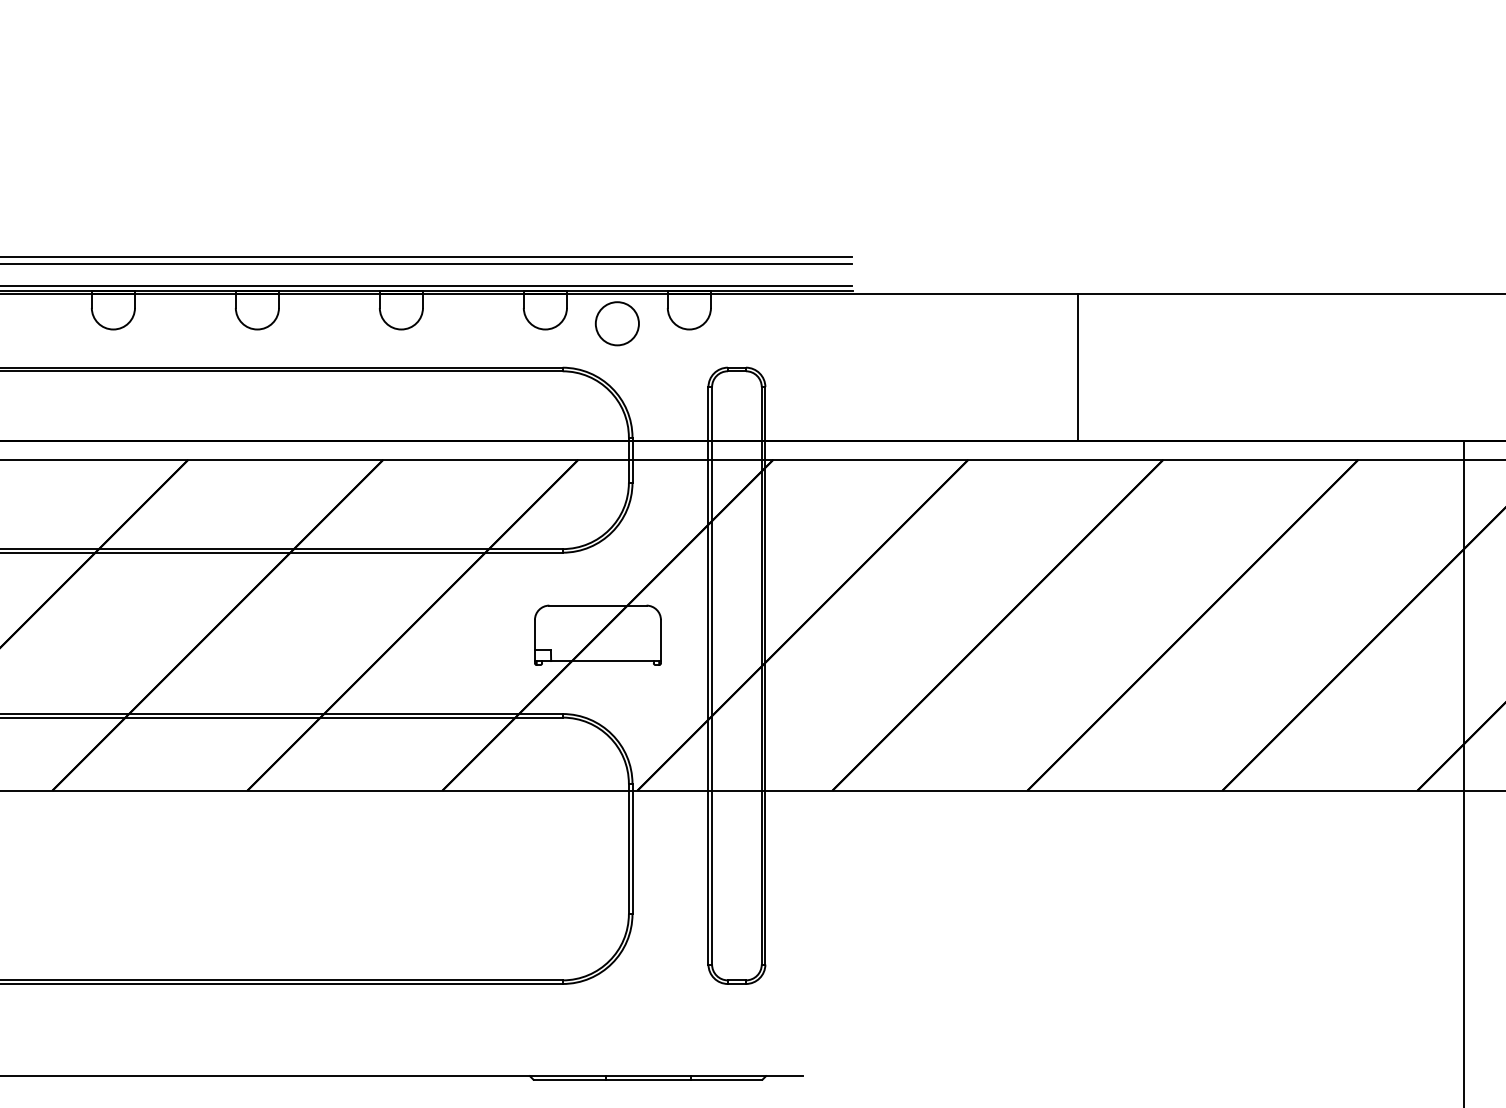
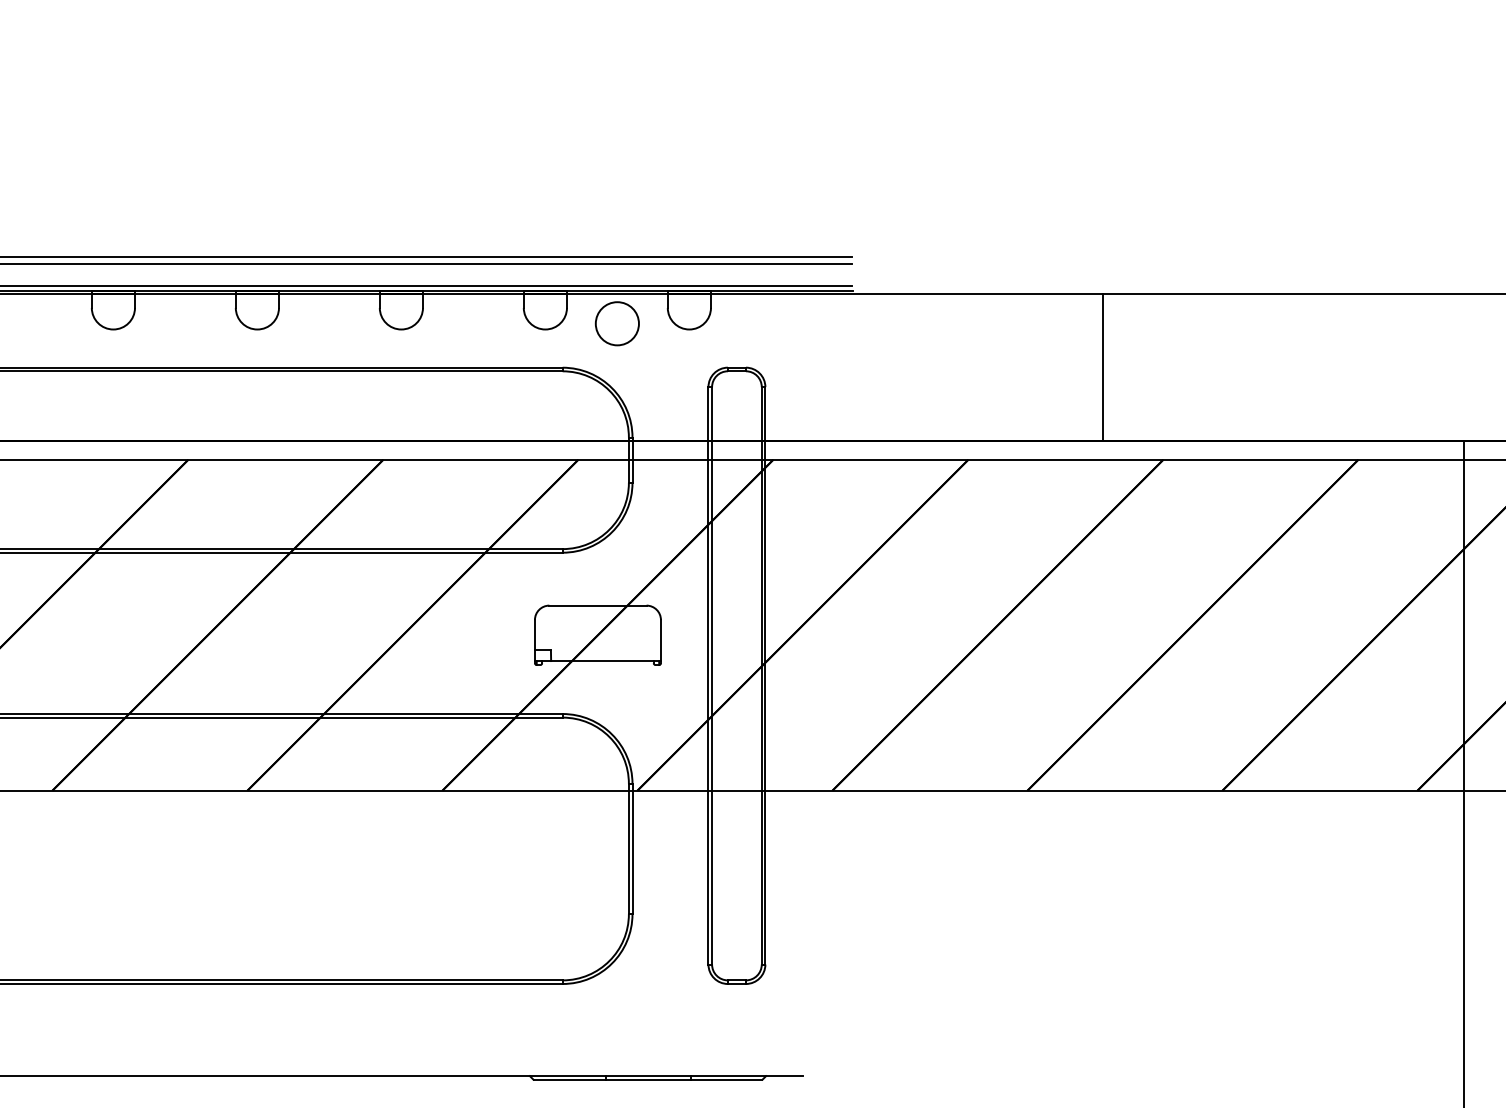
line at (1077, 367) position: (1077, 367) -> (1102, 367)
